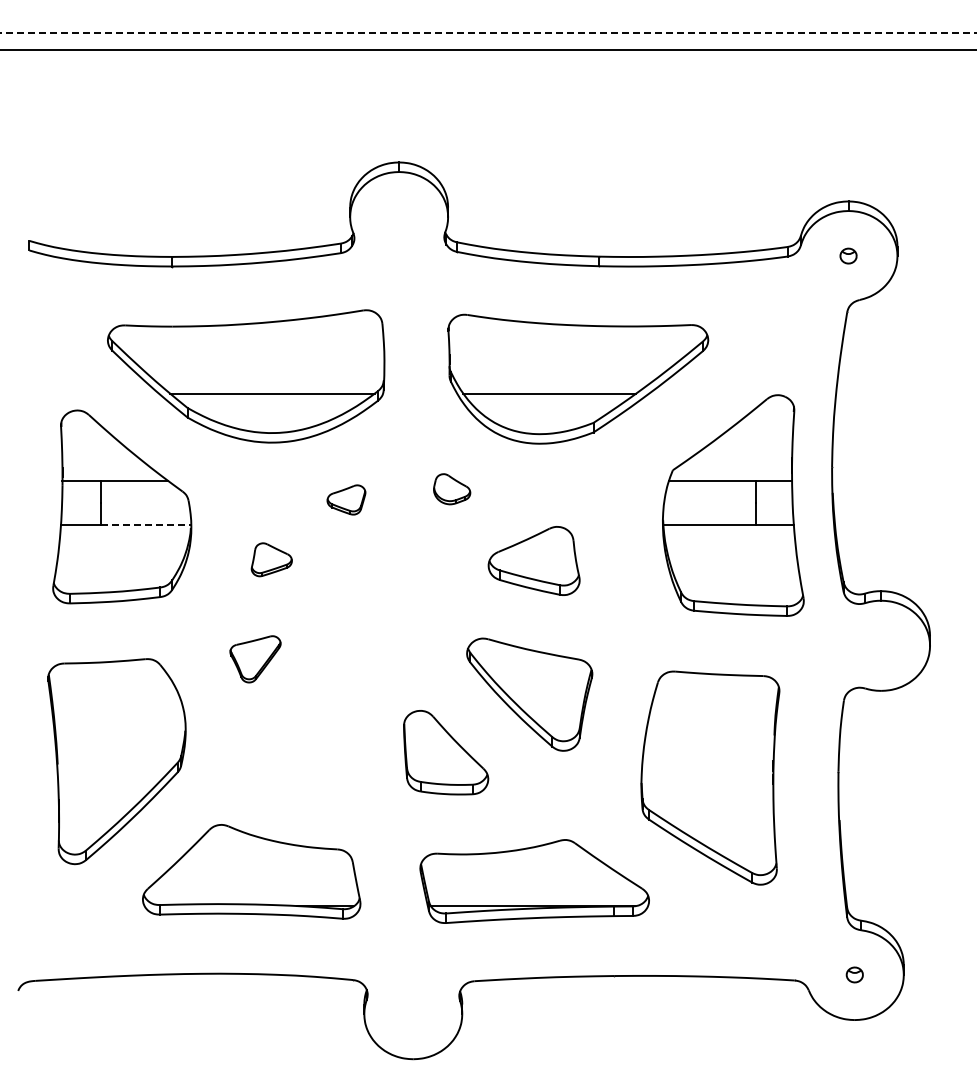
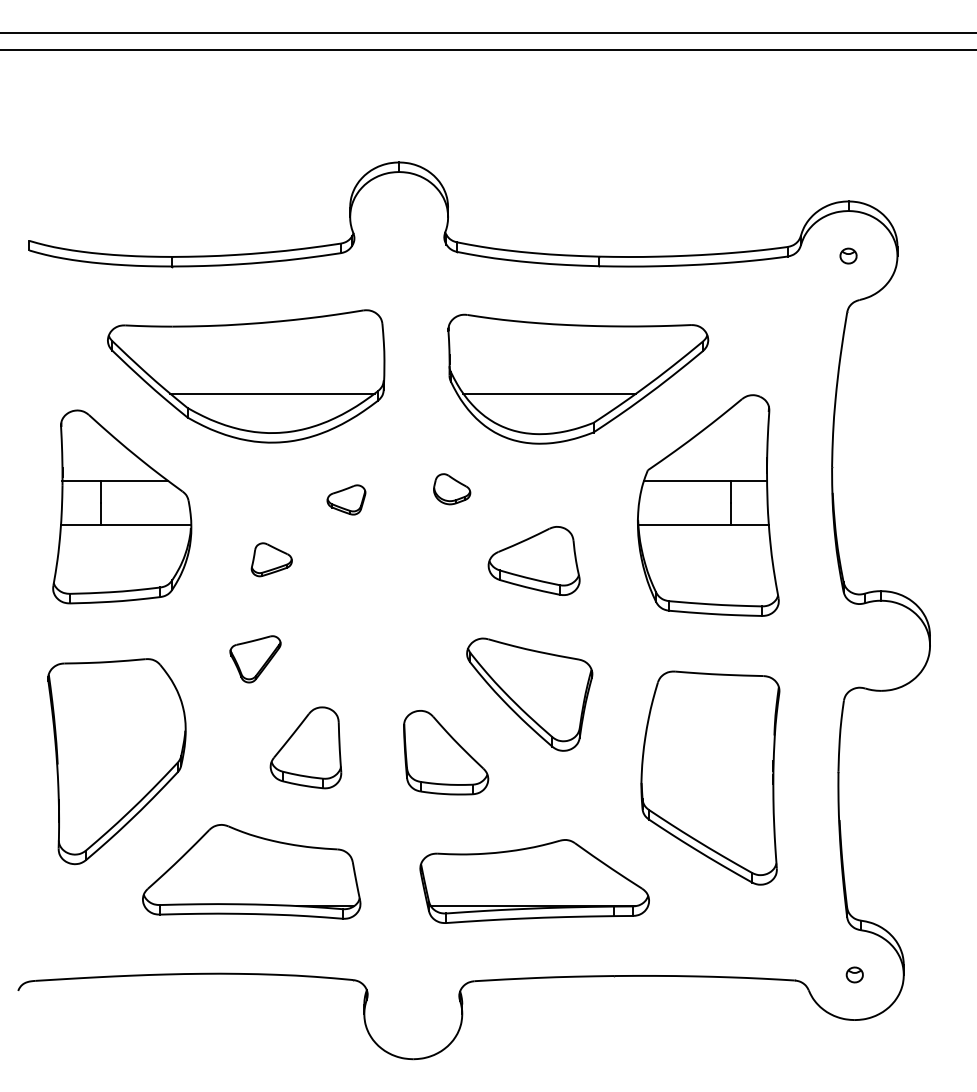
line at (488, 32): dashed -> solid
part at (733, 505) position: (733, 505) -> (708, 505)
line at (146, 525): dashed -> solid
part at (305, 747): none -> present
